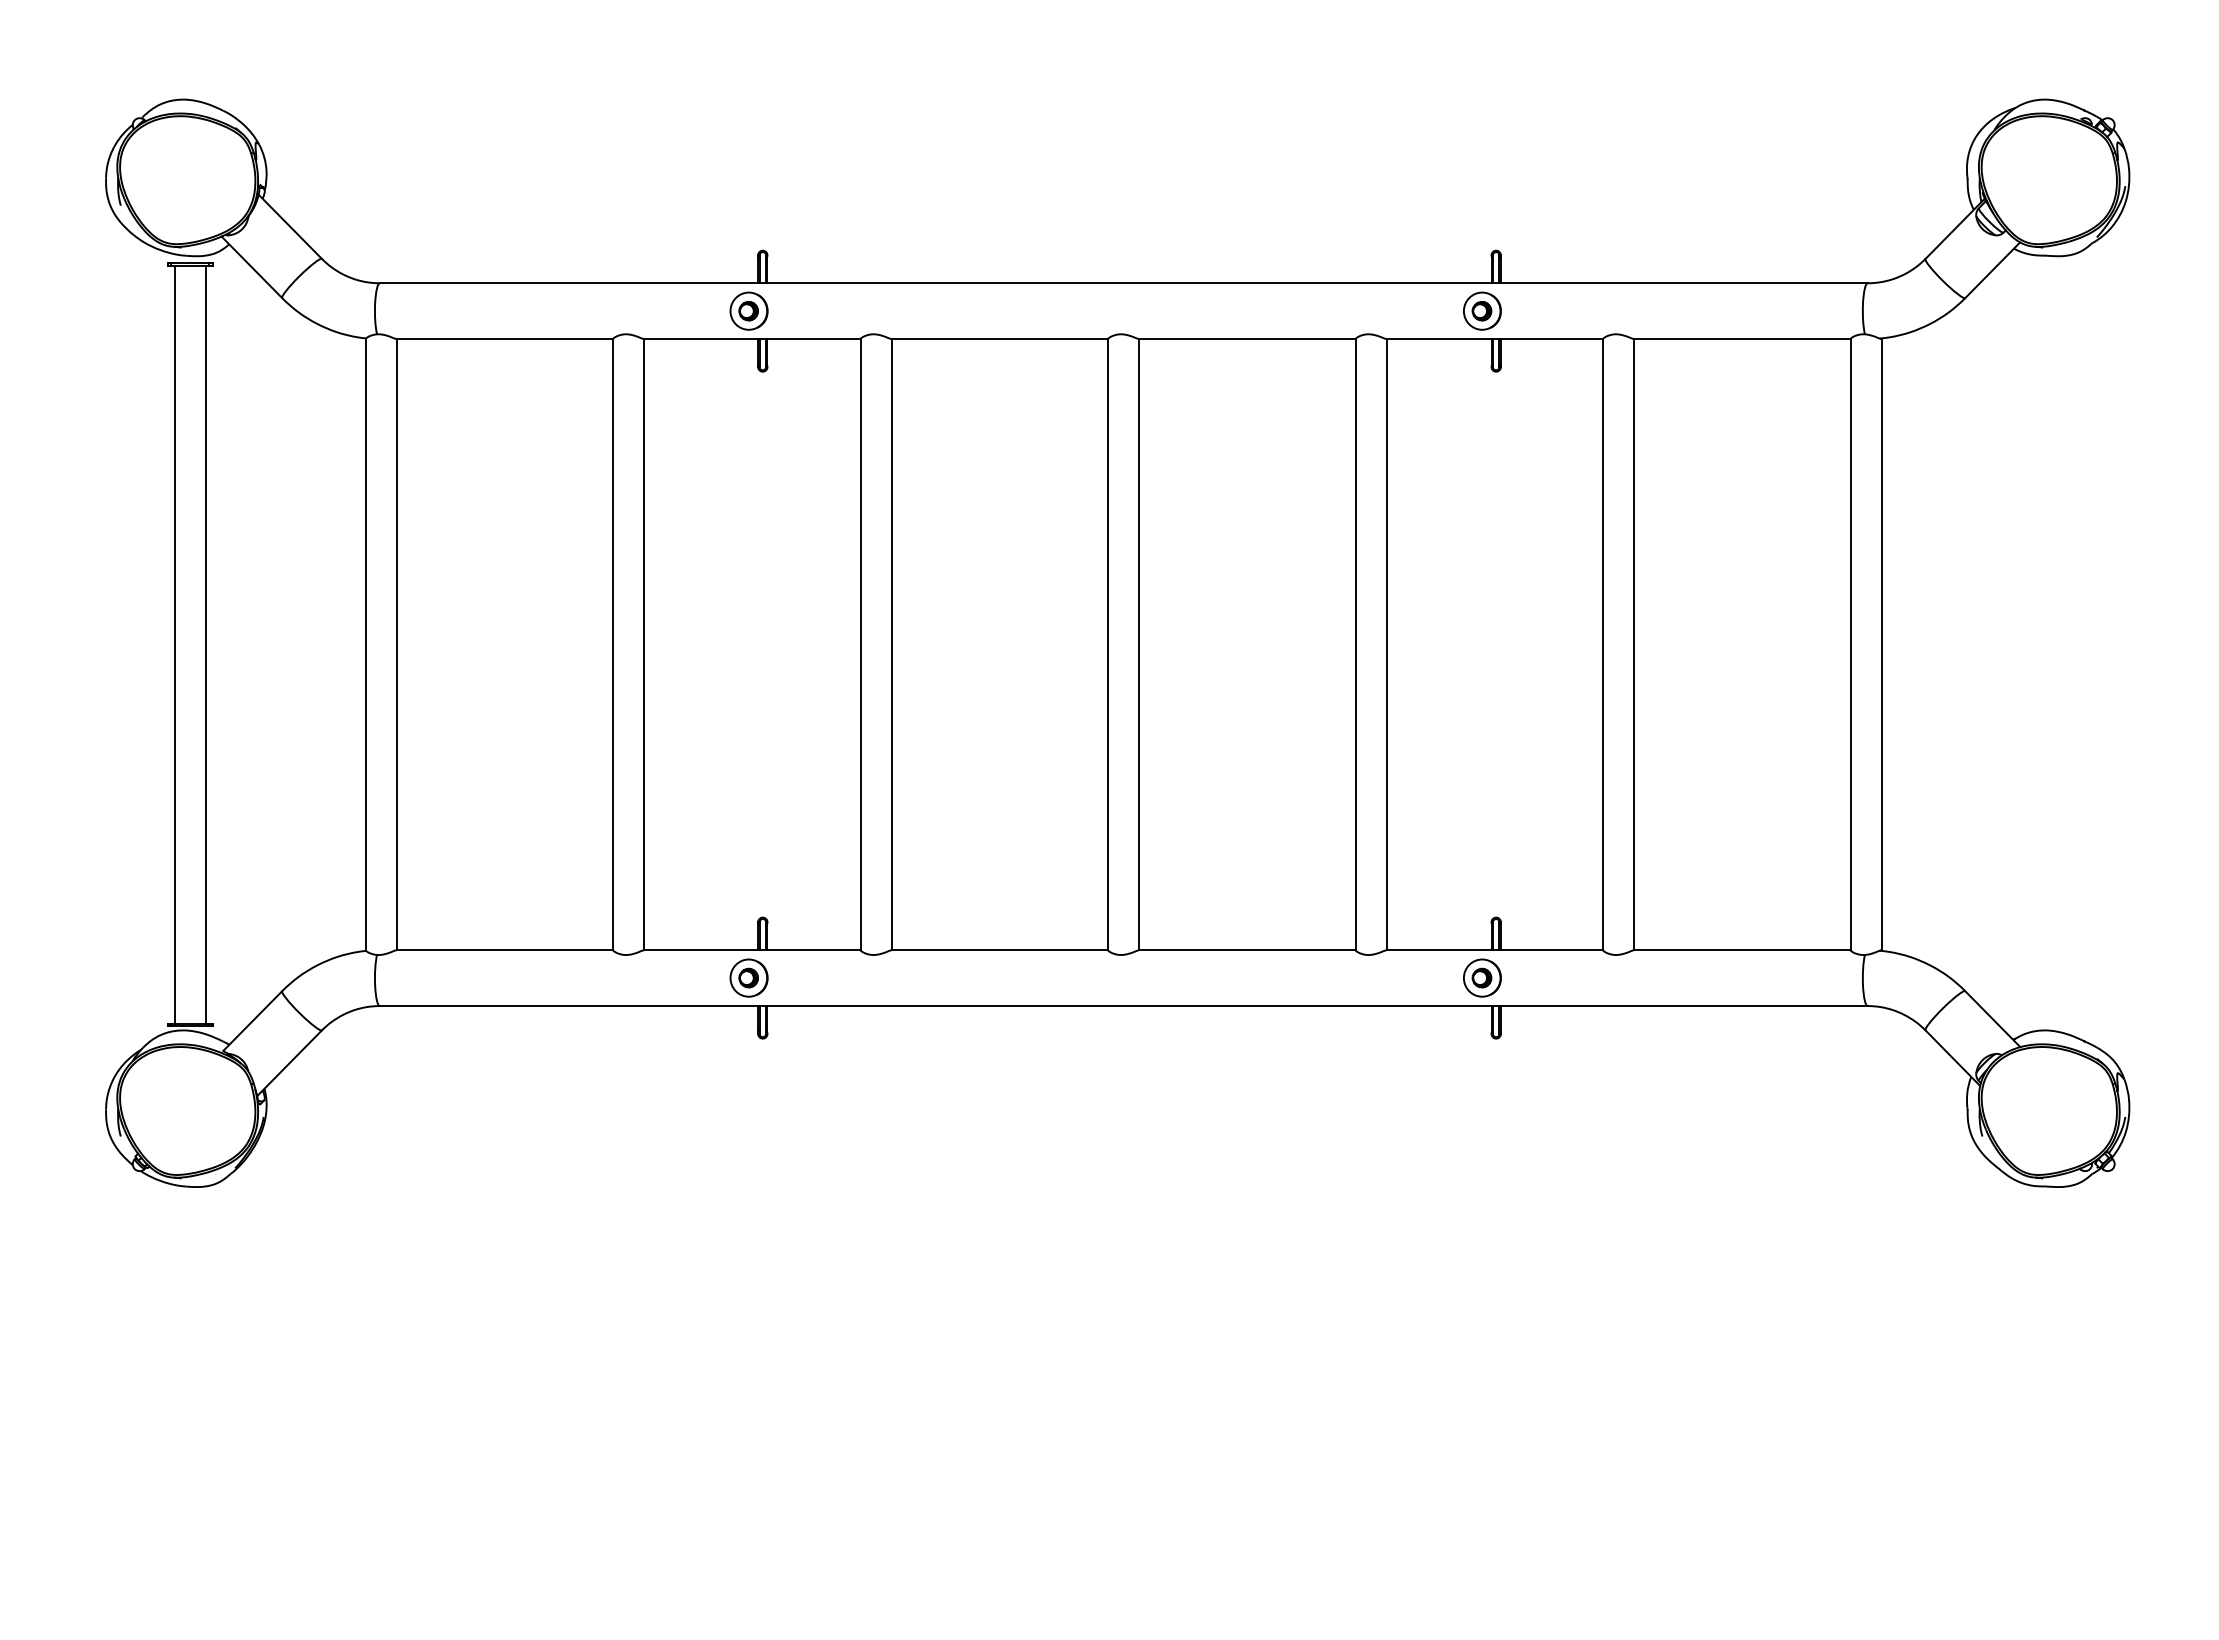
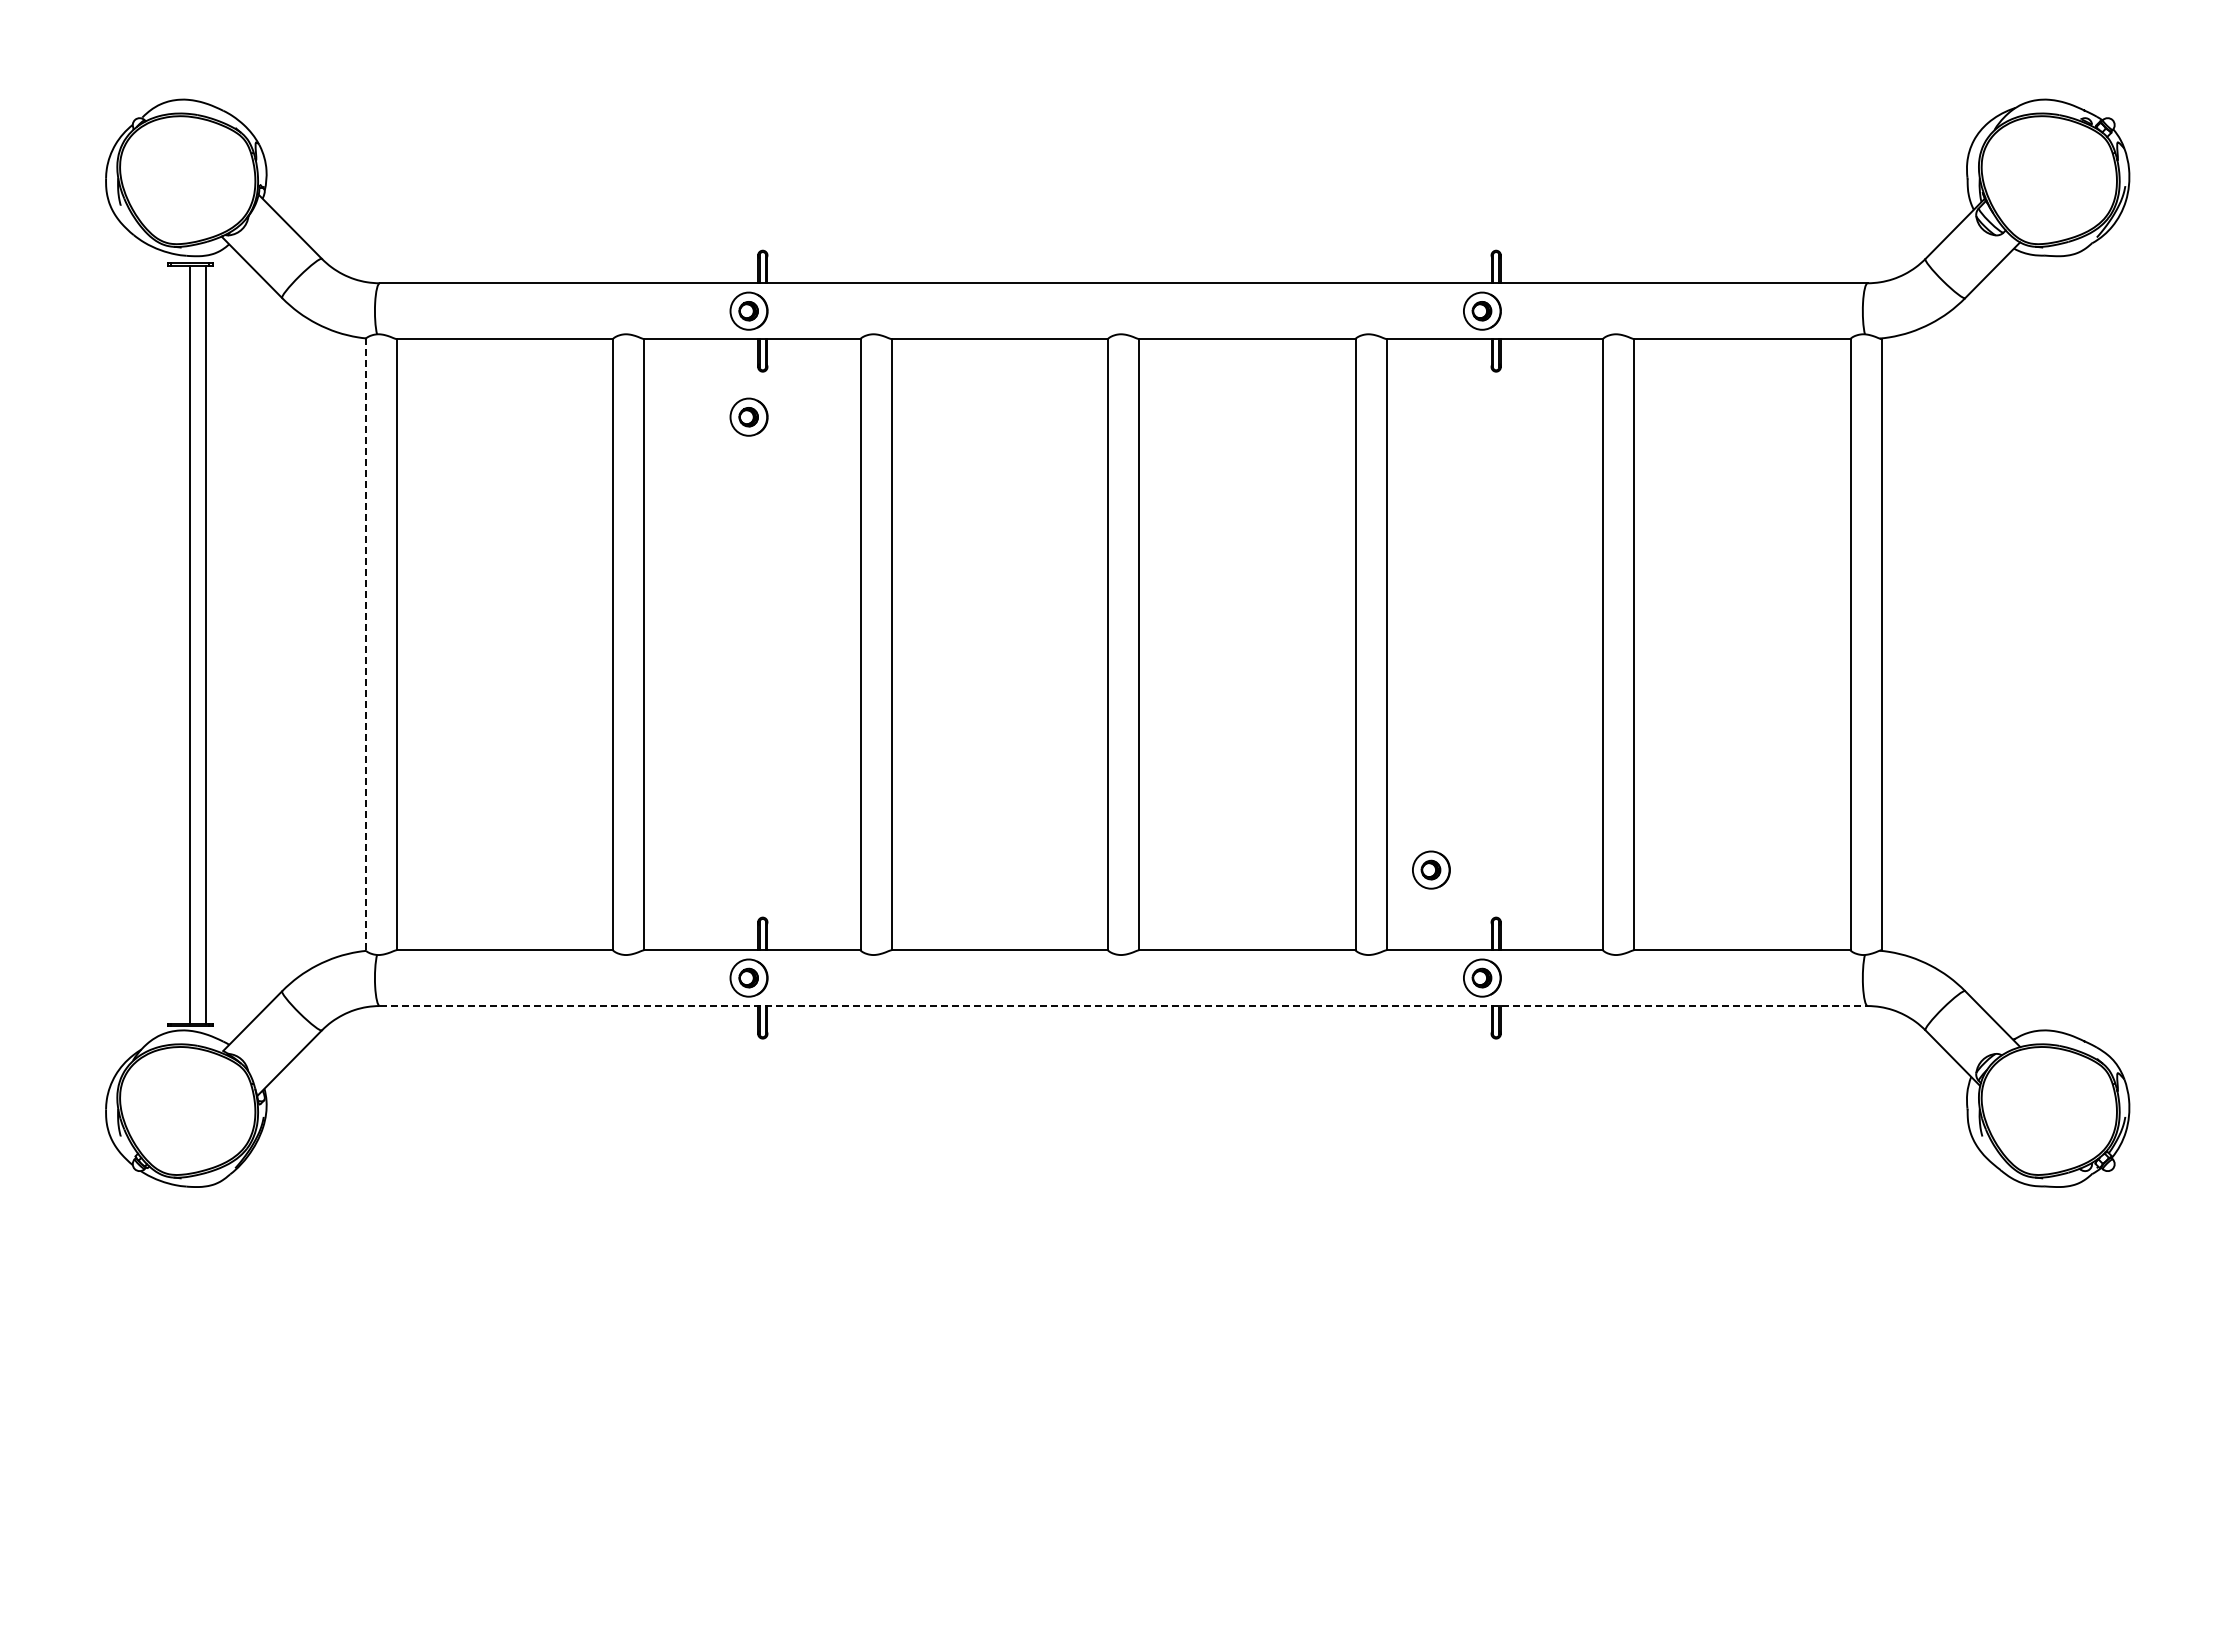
part at (748, 416): none -> present
line at (174, 644) position: (174, 644) -> (189, 644)
line at (365, 644): solid -> dashed
part at (1431, 869): none -> present
line at (1123, 1006): solid -> dashed
